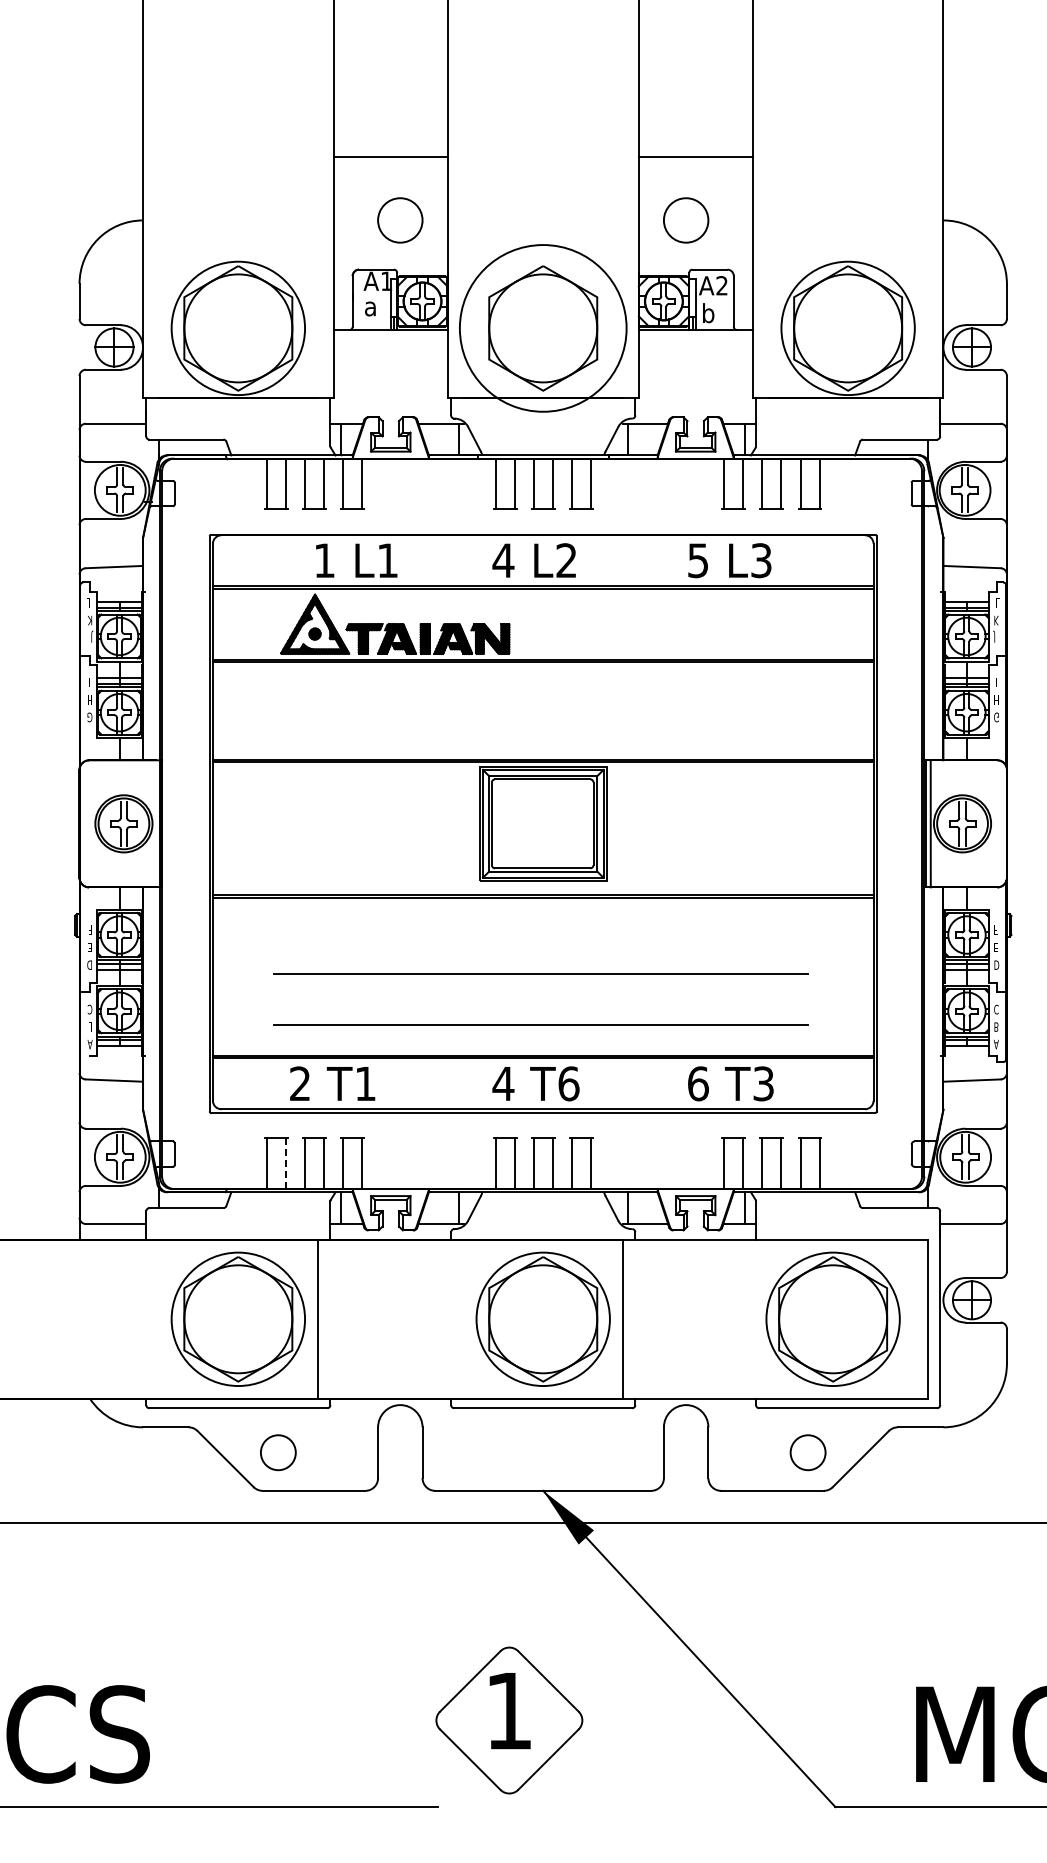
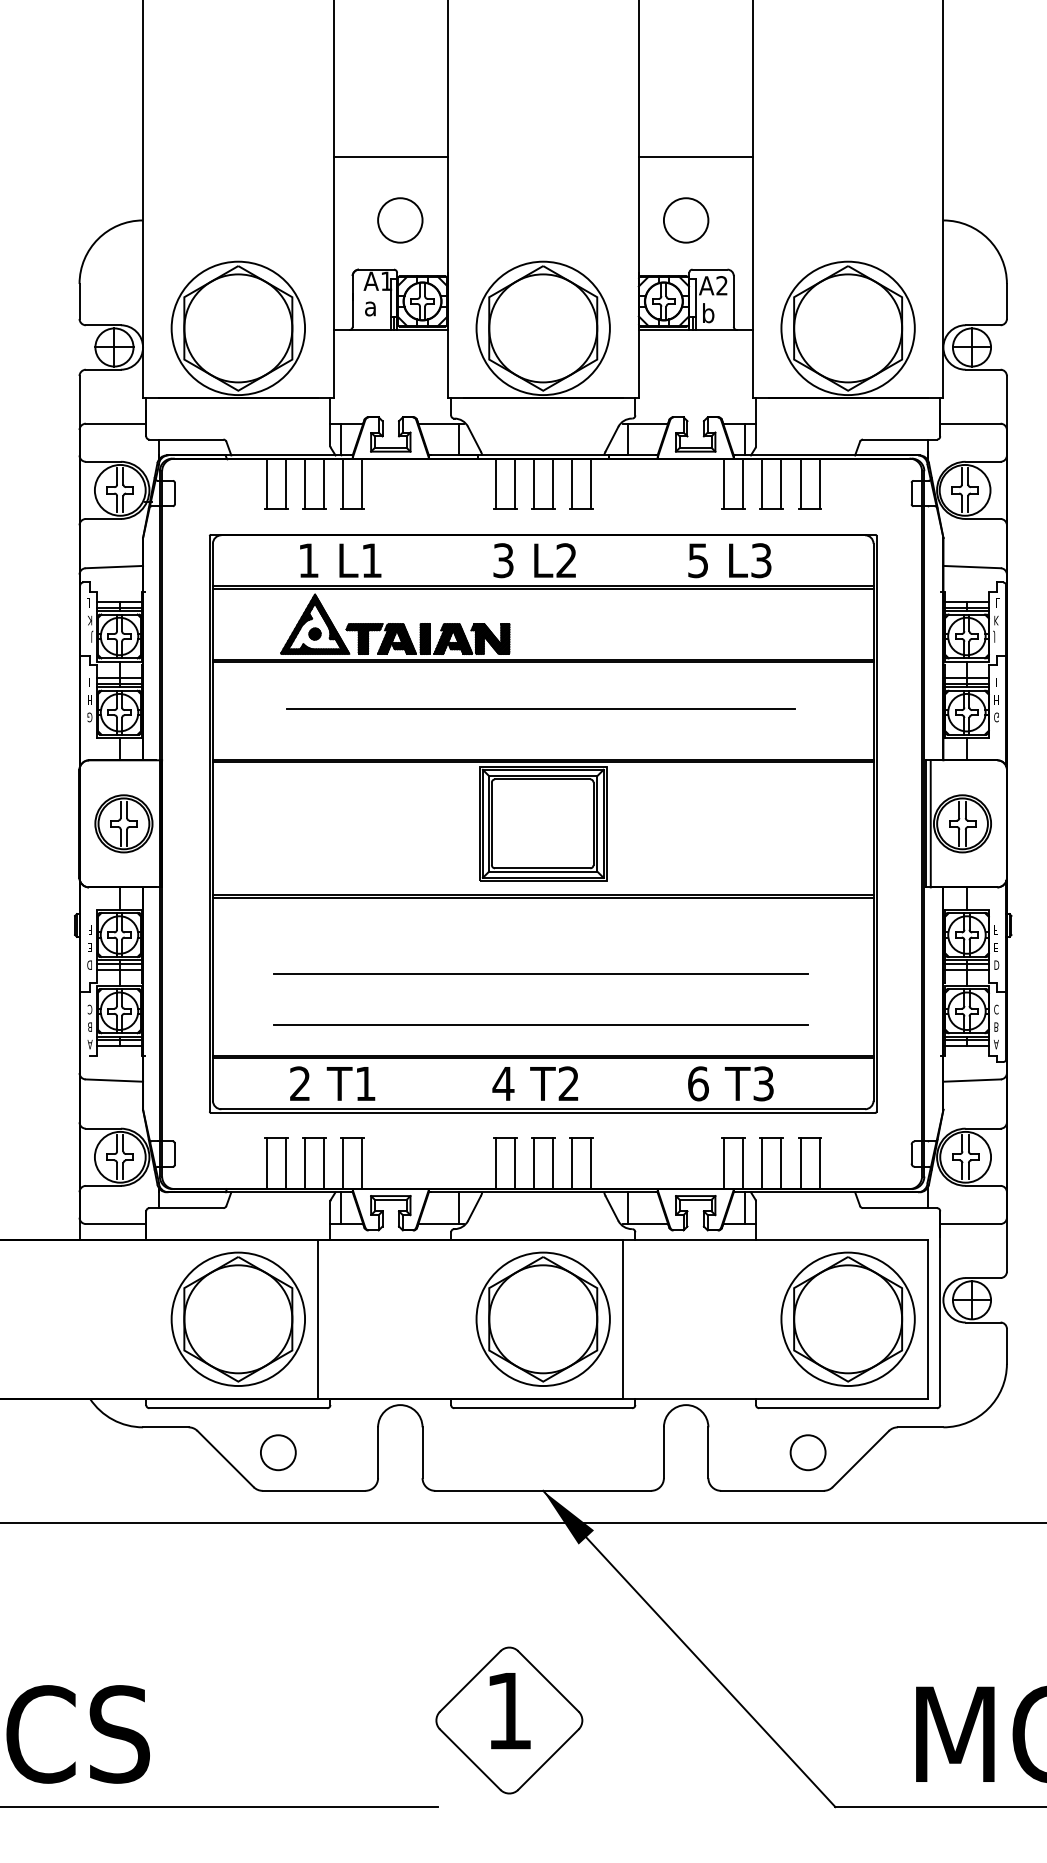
circle at (542, 328) diameter: 167 px -> 133 px
text at (356, 560) position: (356, 560) -> (340, 560)
text at (503, 560): 4 -> 3
line at (541, 708): none -> present
text at (89, 1026): L -> B
text at (568, 1083): T6 -> T2
line at (285, 1164): dashed -> solid
part at (832, 1318) position: (832, 1318) -> (847, 1318)
